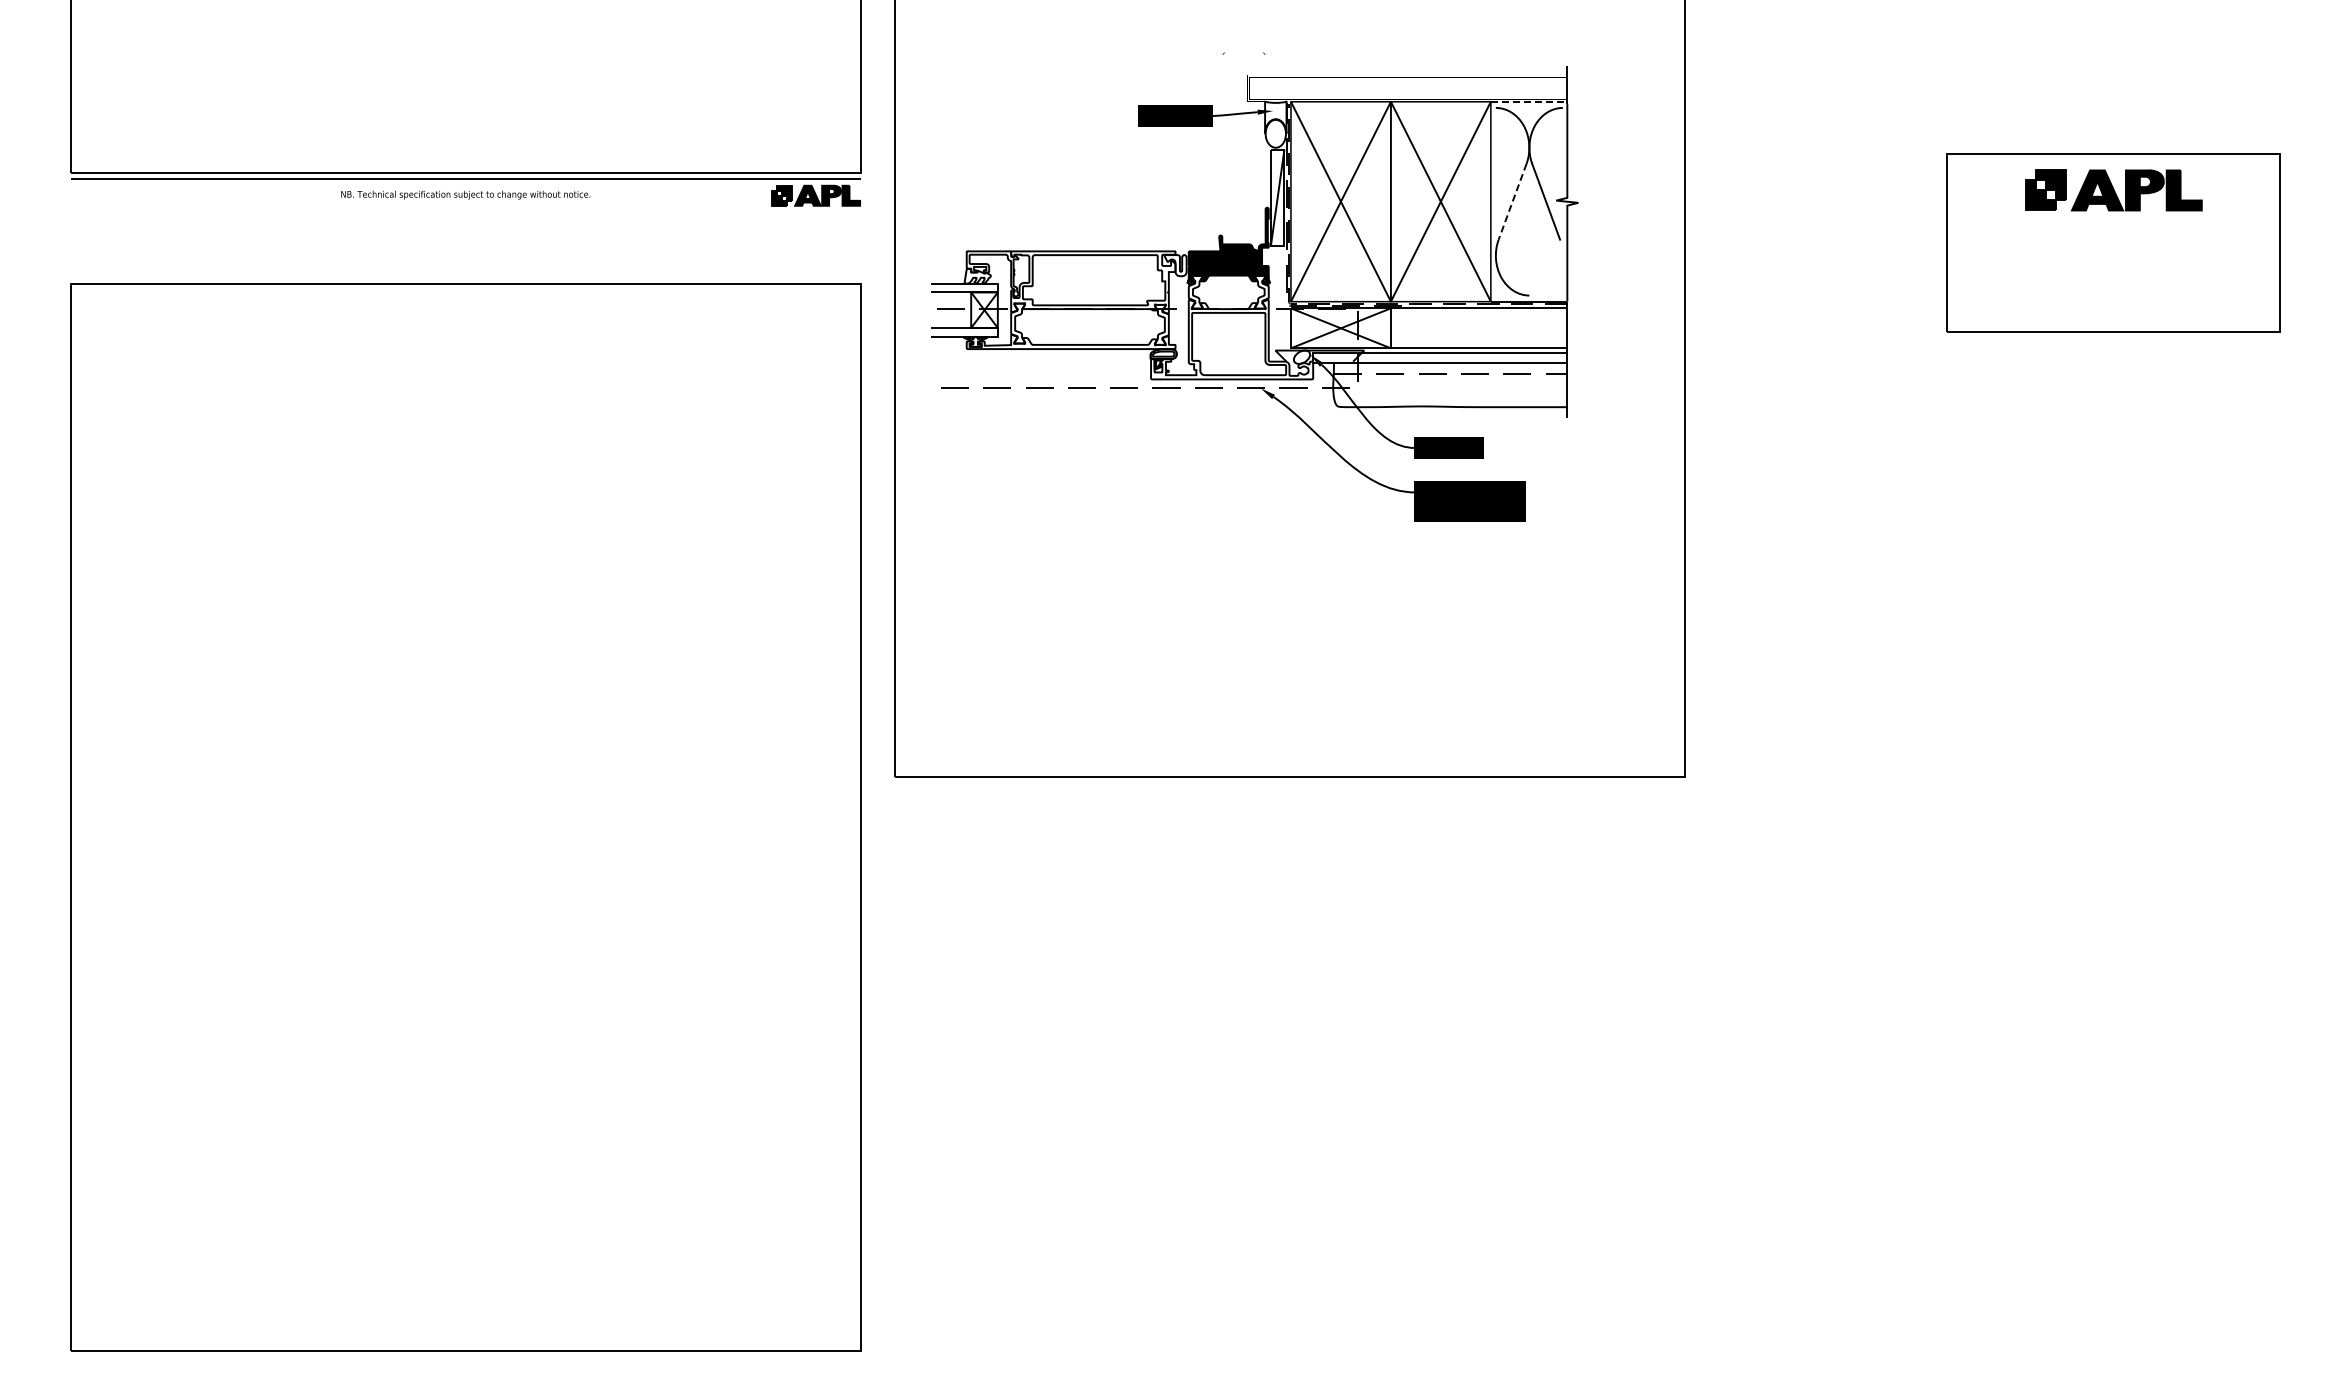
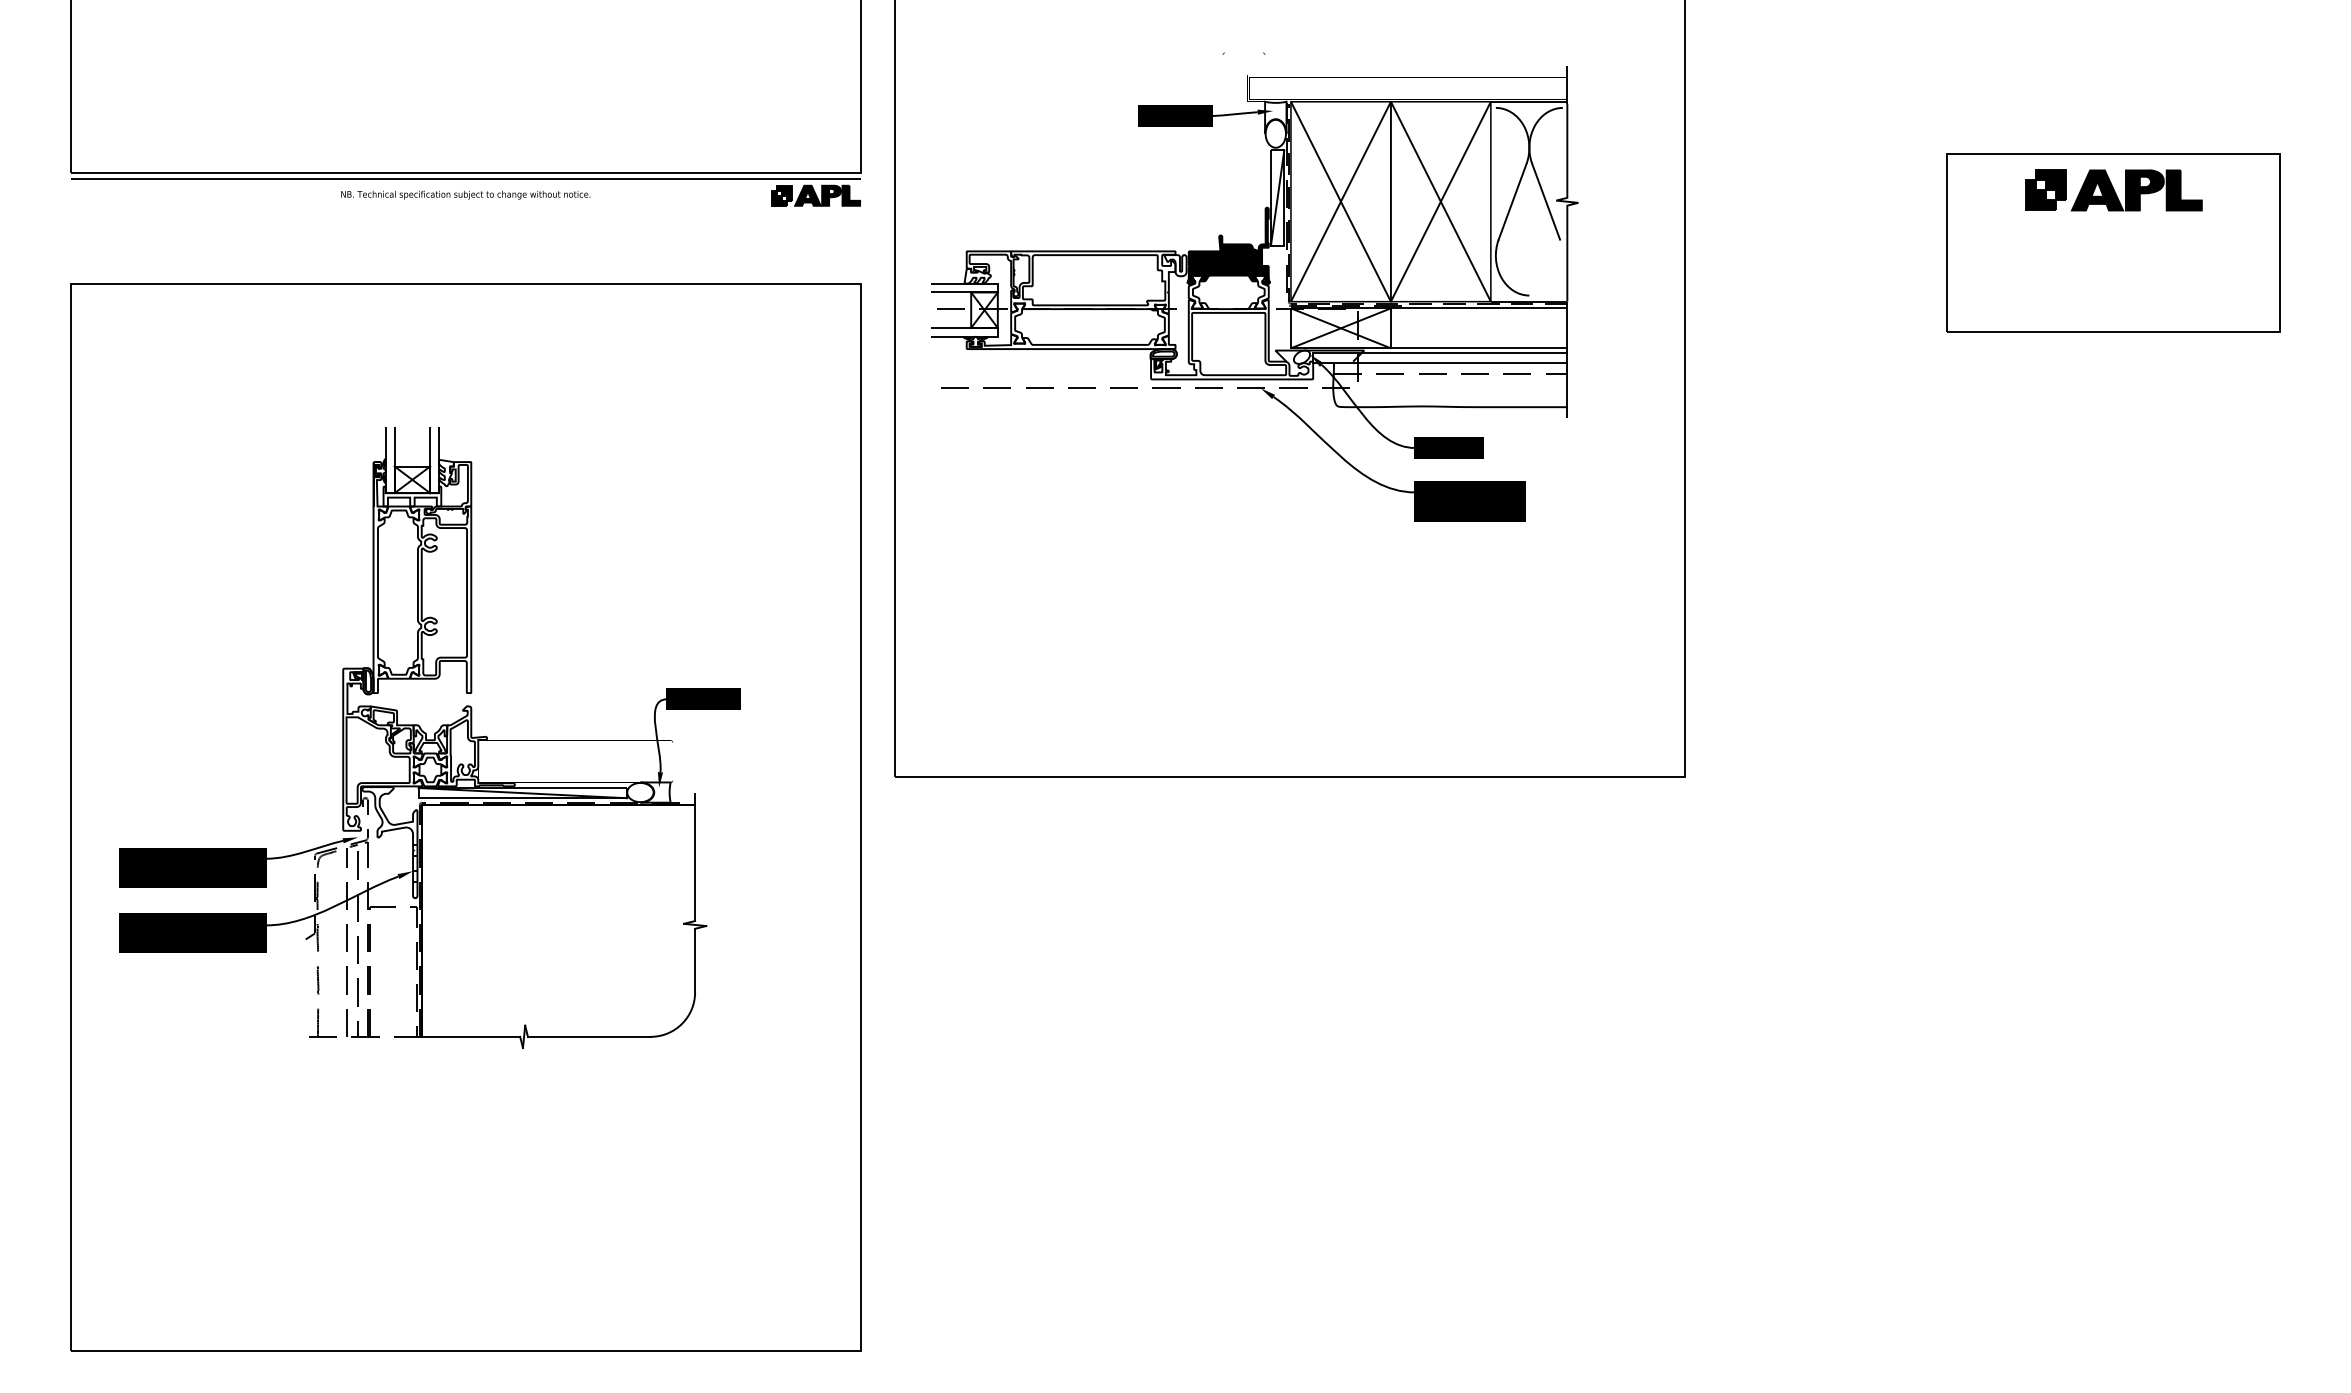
line at (1529, 101): dashed -> solid
line at (1512, 202): dashed -> solid
part at (429, 737): none -> present
